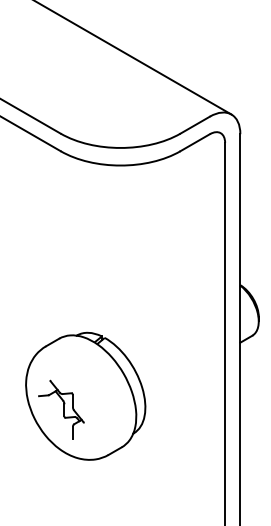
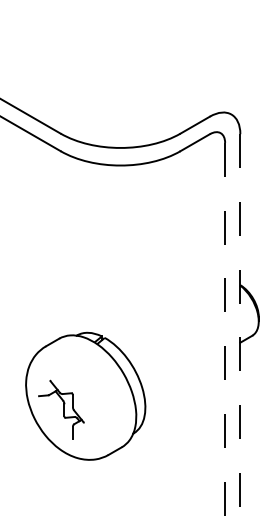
line at (134, 58): present -> none
line at (240, 330): solid -> dashed
line at (225, 334): solid -> dashed
